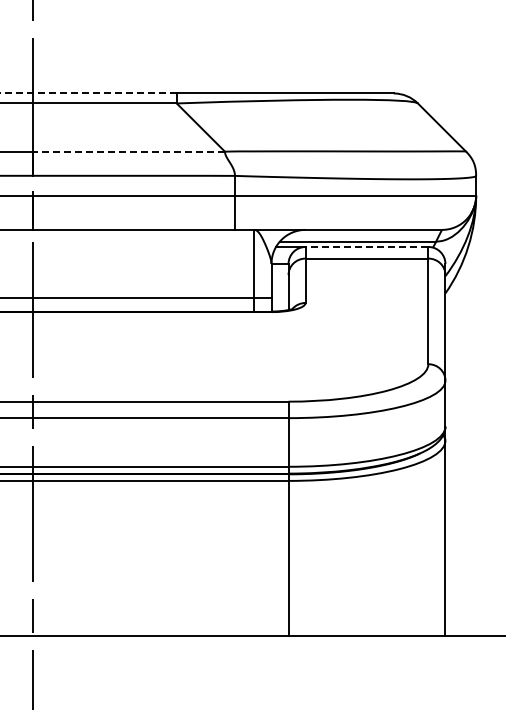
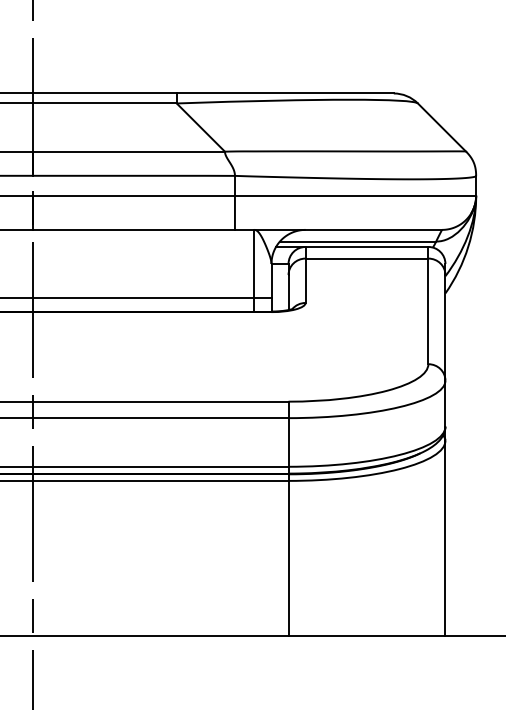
line at (88, 93): dashed -> solid
line at (128, 151): dashed -> solid
line at (366, 246): dashed -> solid
